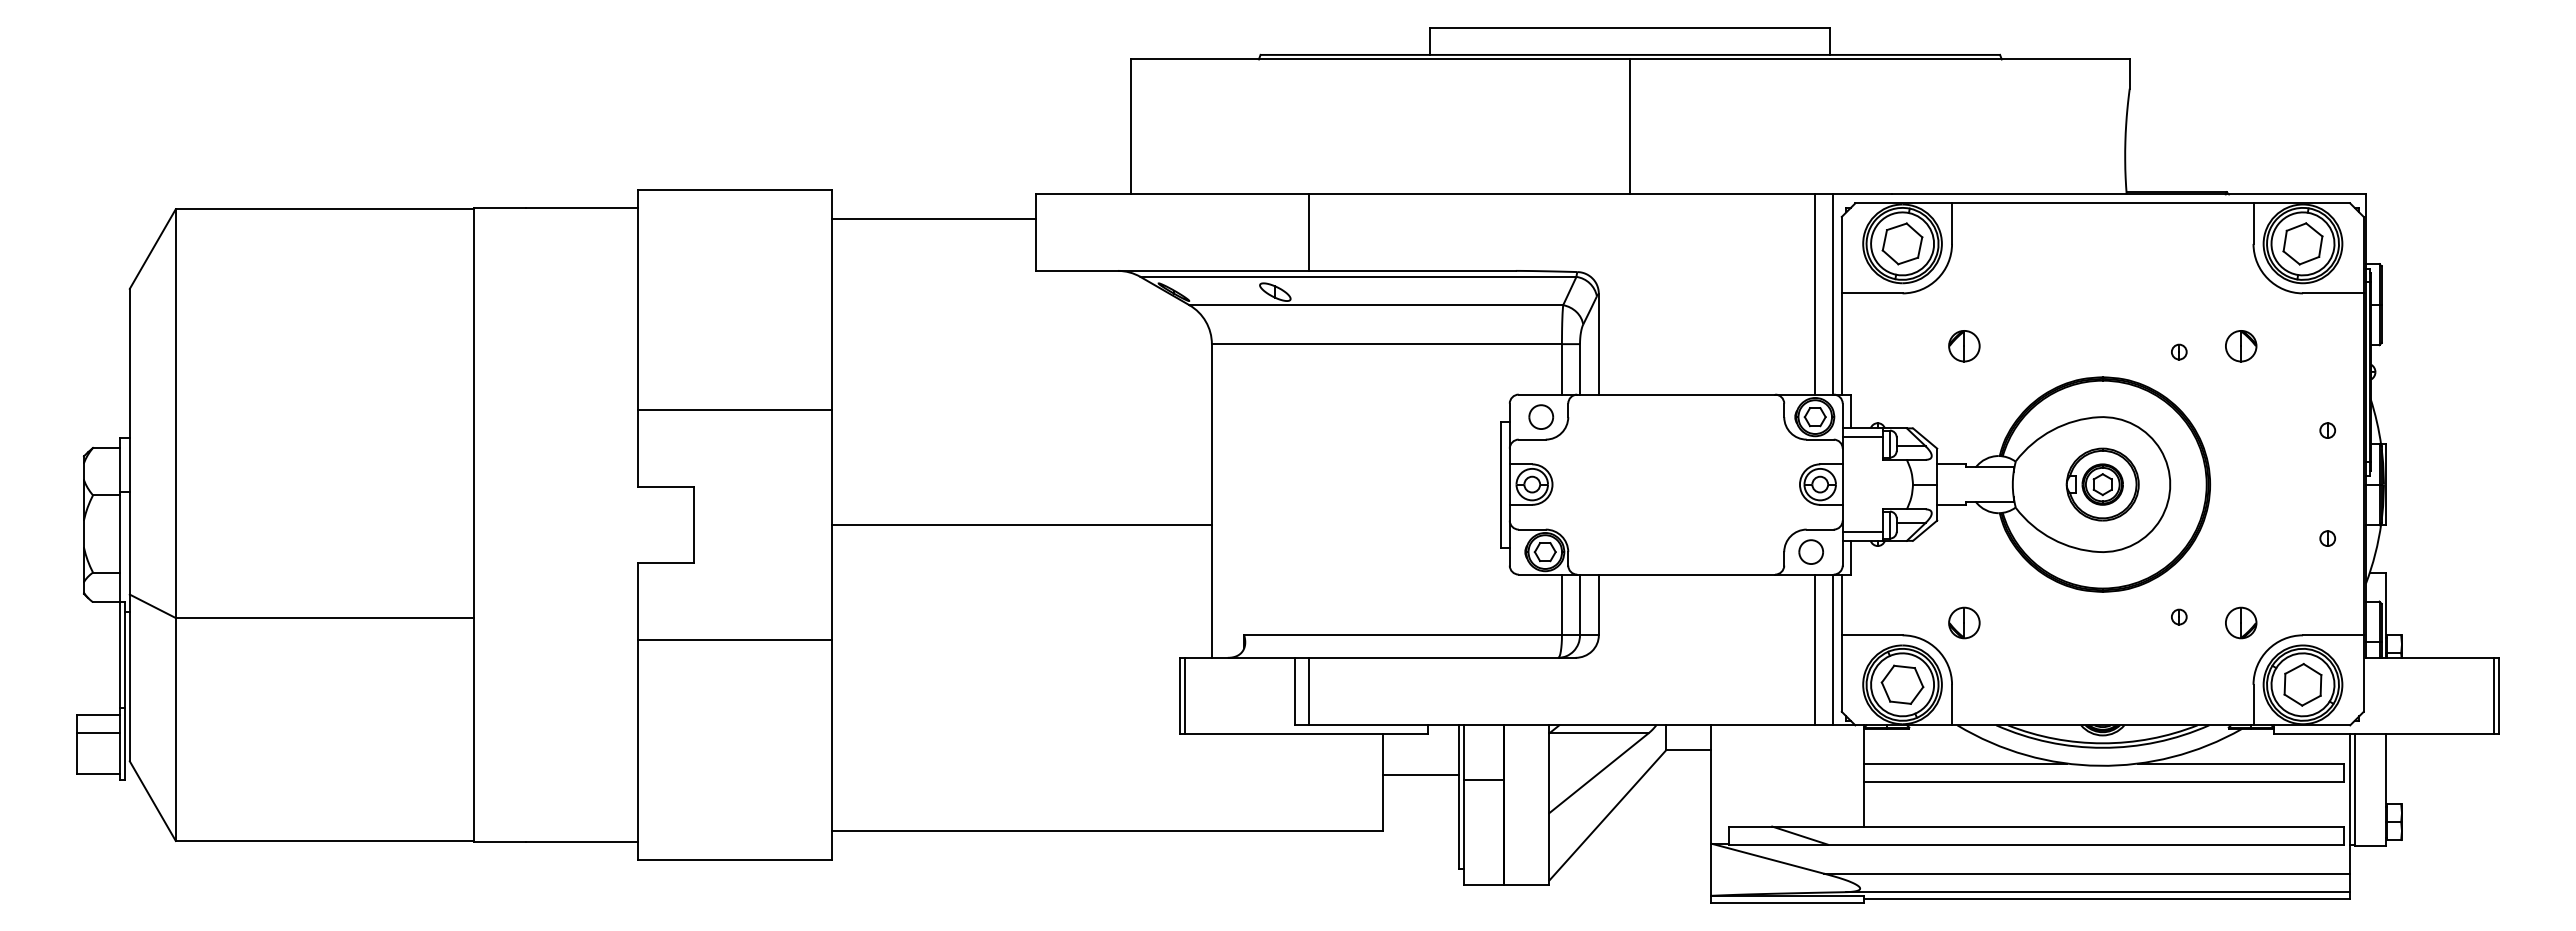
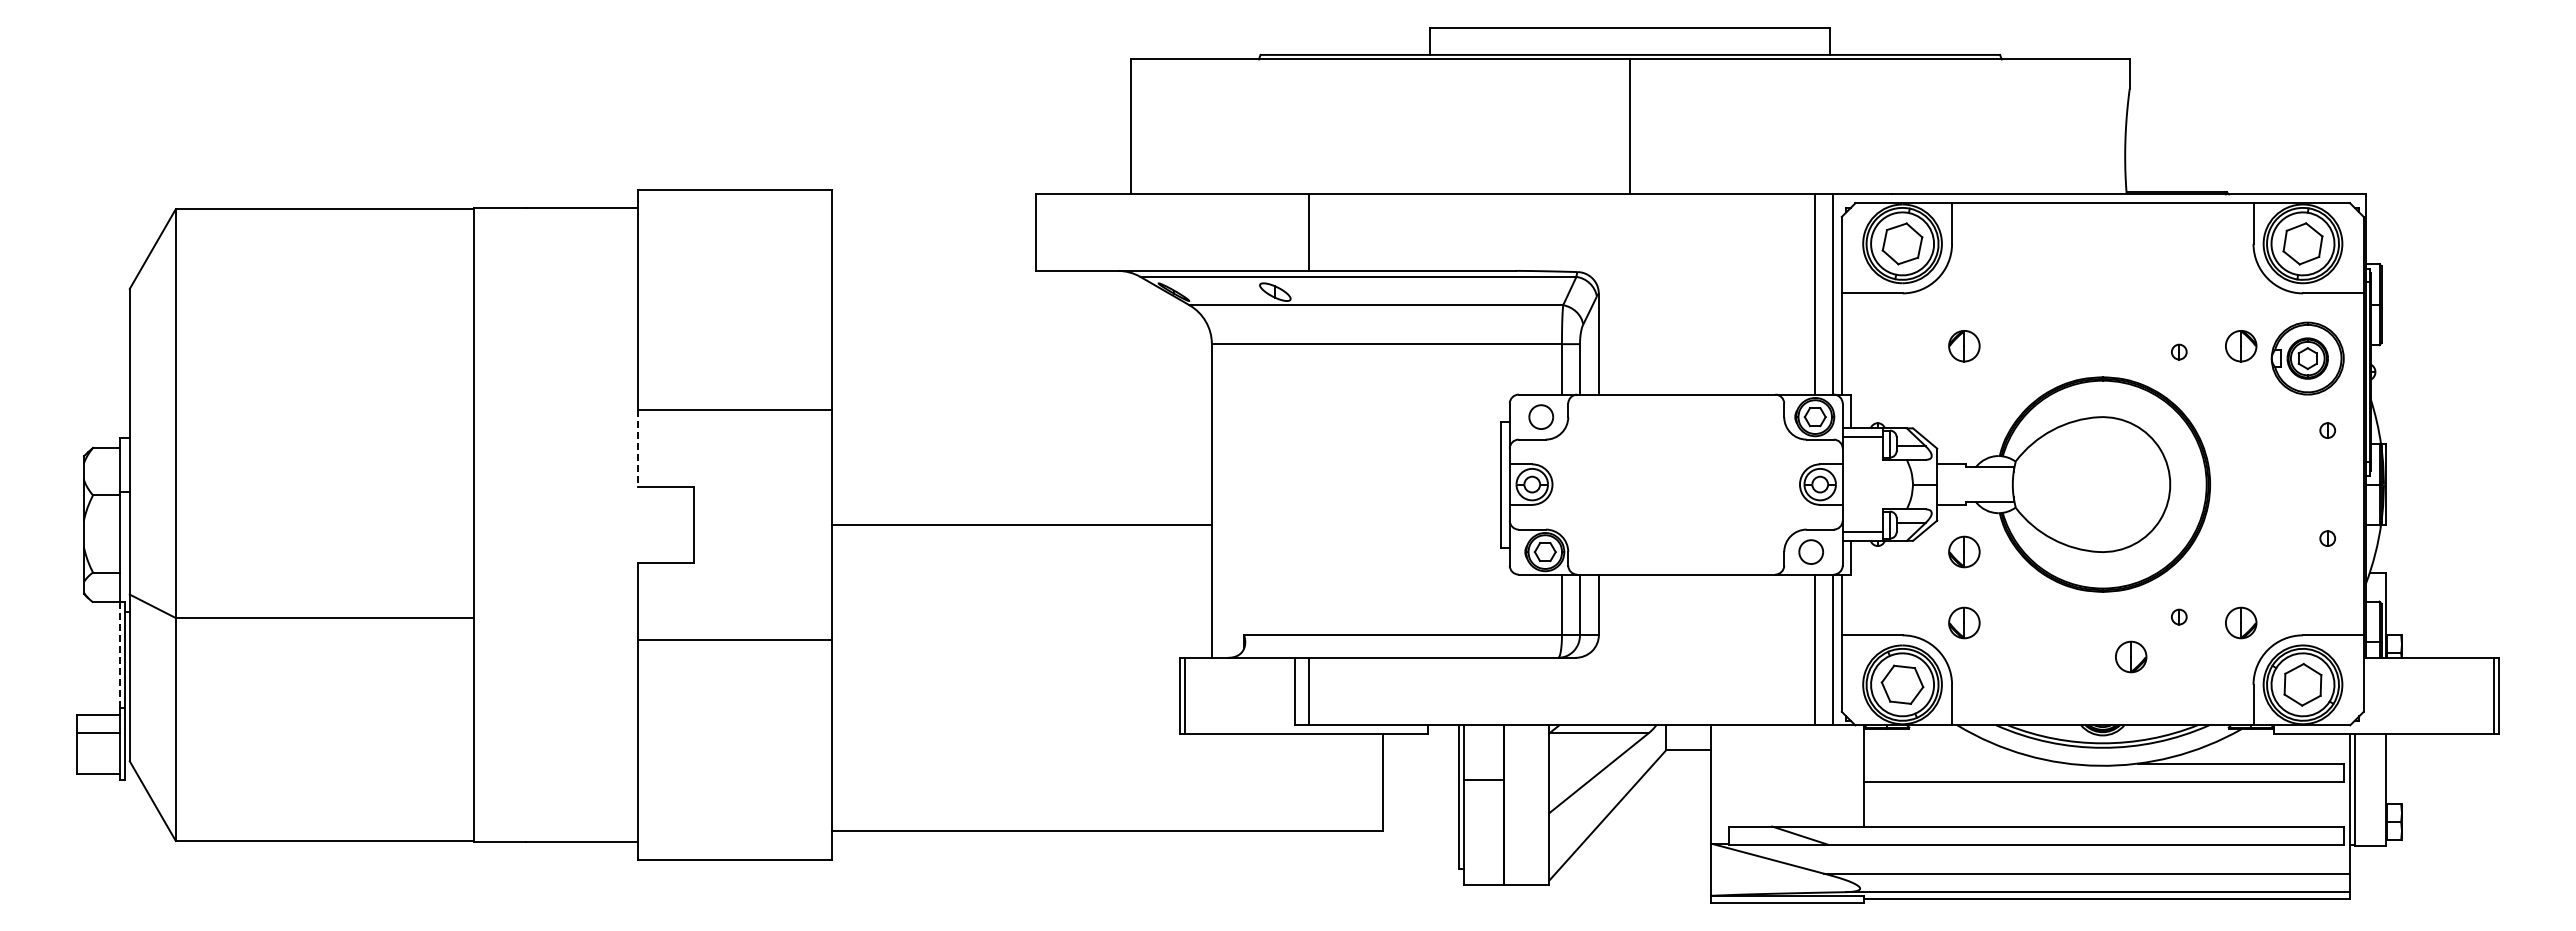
line at (933, 219): present -> none
line at (638, 449): solid -> dashed
part at (2102, 484) position: (2102, 484) -> (2307, 358)
part at (1964, 551): none -> present
line at (120, 655): solid -> dashed
part at (2131, 656): none -> present
line at (1965, 763): present -> none
line at (1420, 774): present -> none
